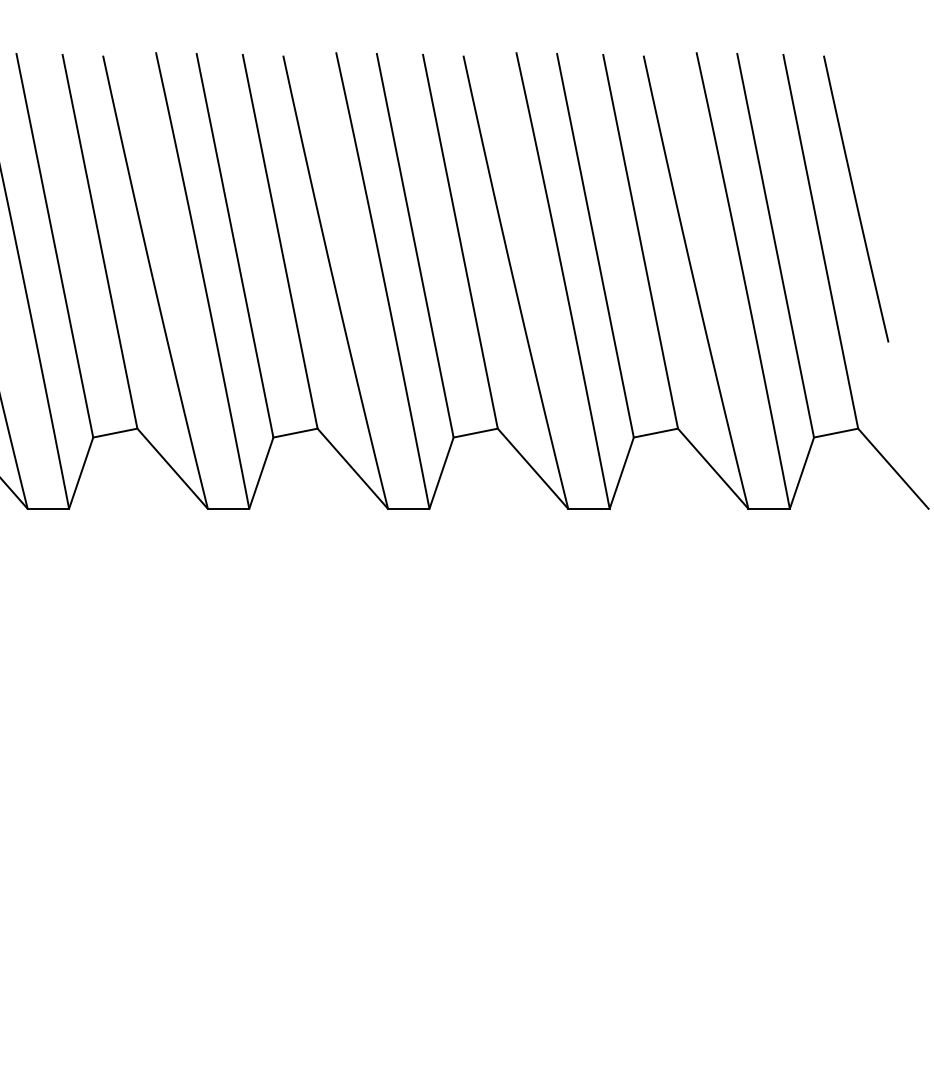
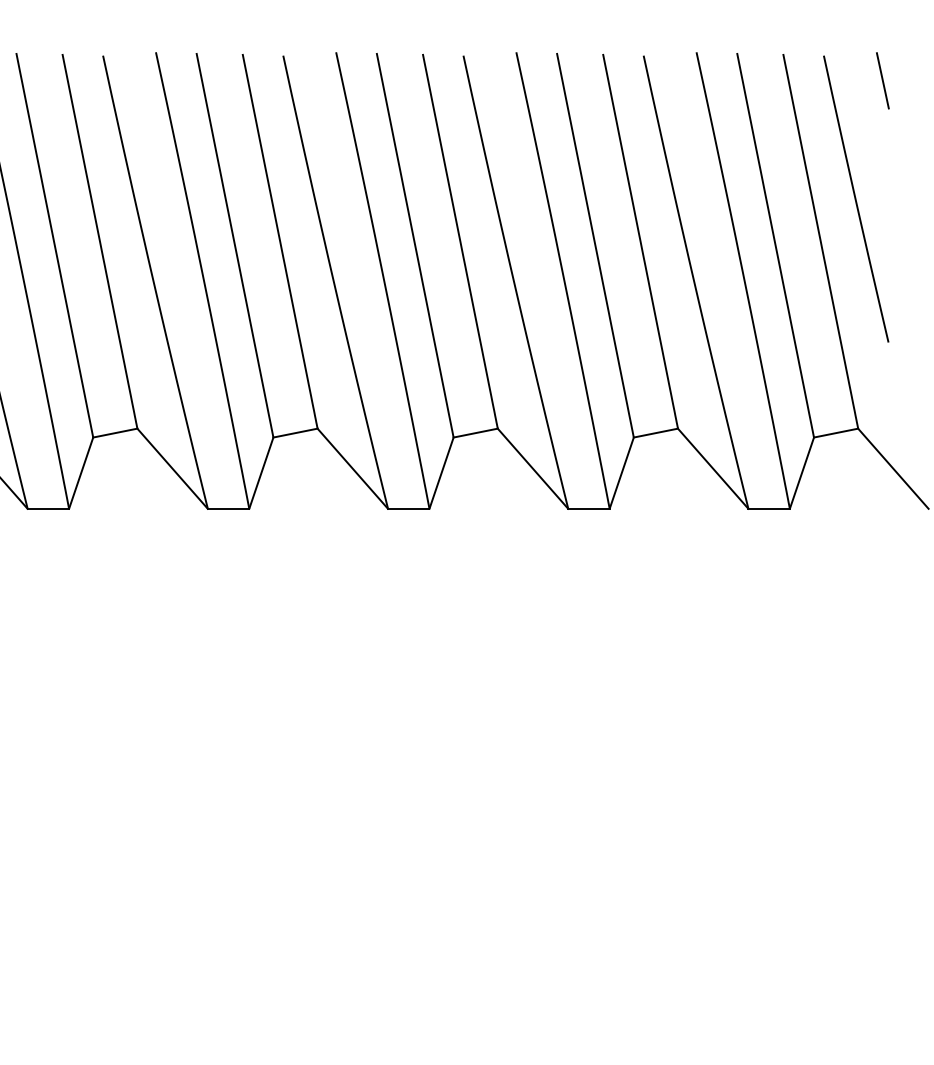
line at (882, 80): none -> present
